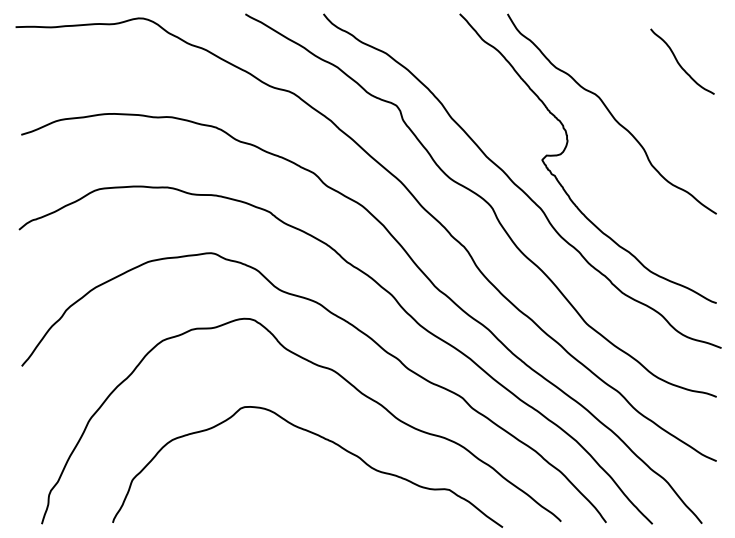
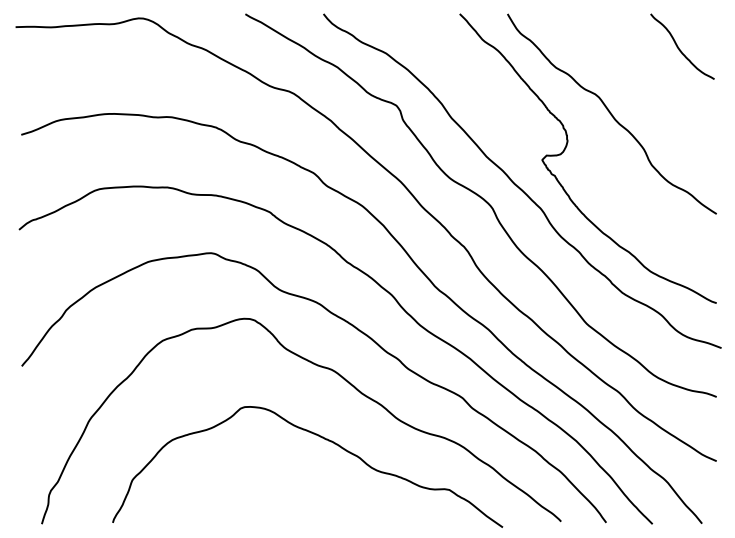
curve at (679, 62) position: (679, 62) -> (679, 47)
